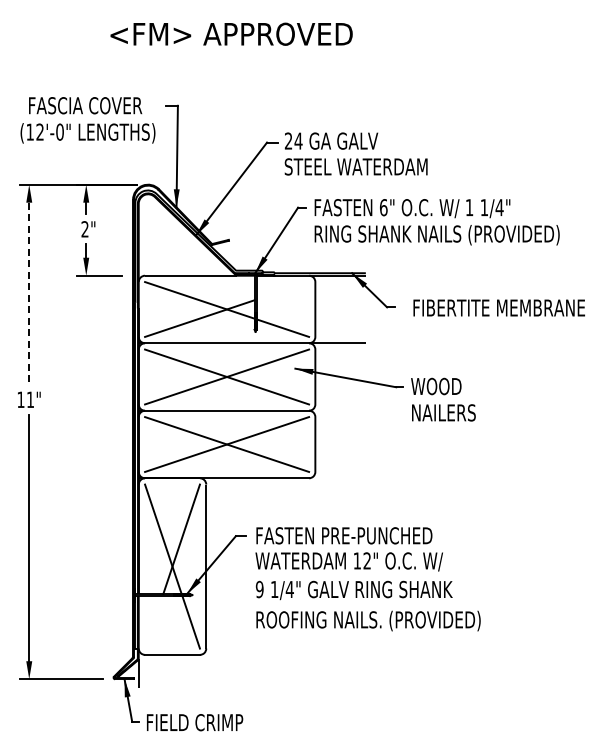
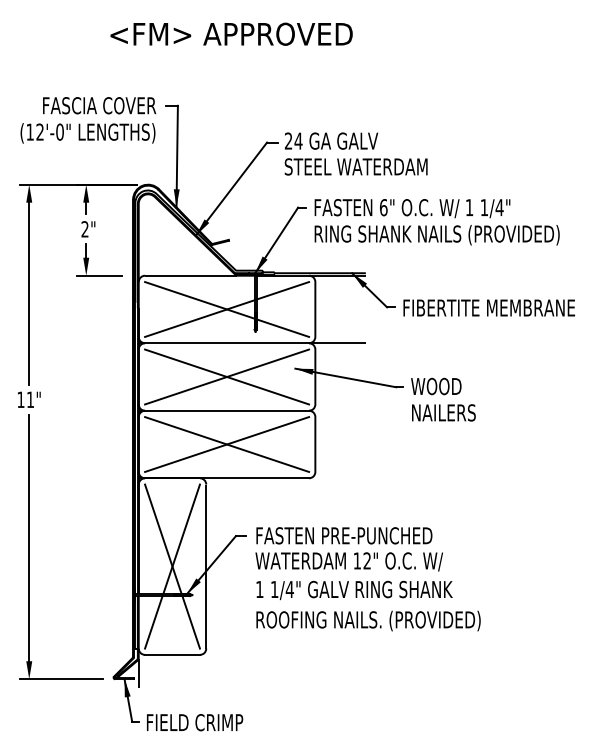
text at (85, 105) position: (85, 105) -> (99, 105)
line at (282, 290): none -> present
line at (29, 294): dashed -> solid
text at (498, 307) position: (498, 307) -> (488, 307)
text at (259, 589): 9 -> 1
line at (153, 622): none -> present
